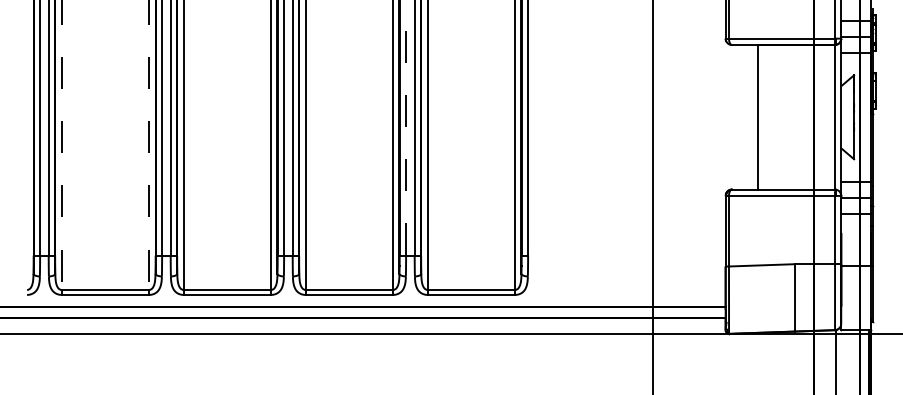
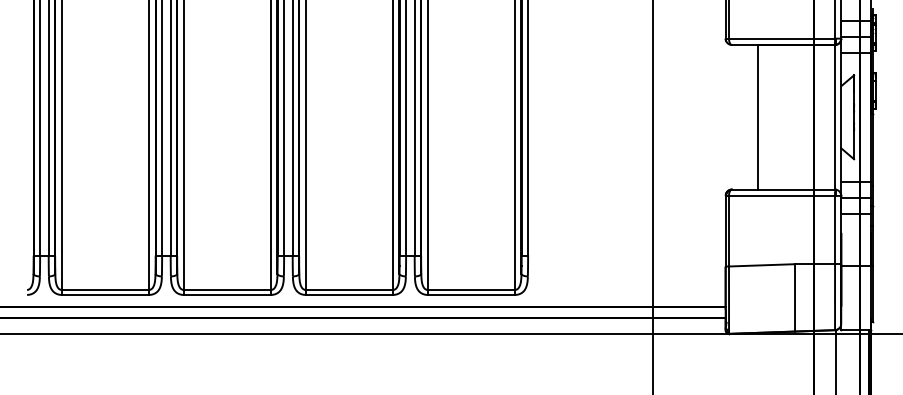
line at (406, 127): dashed -> solid
line at (61, 145): dashed -> solid
line at (149, 145): dashed -> solid
